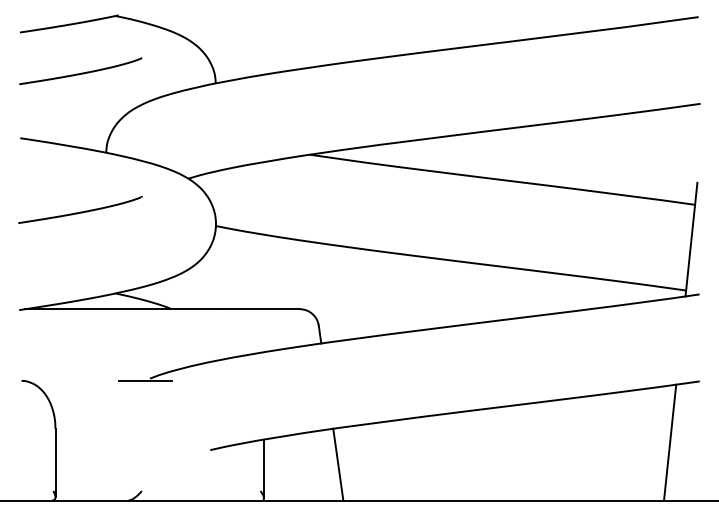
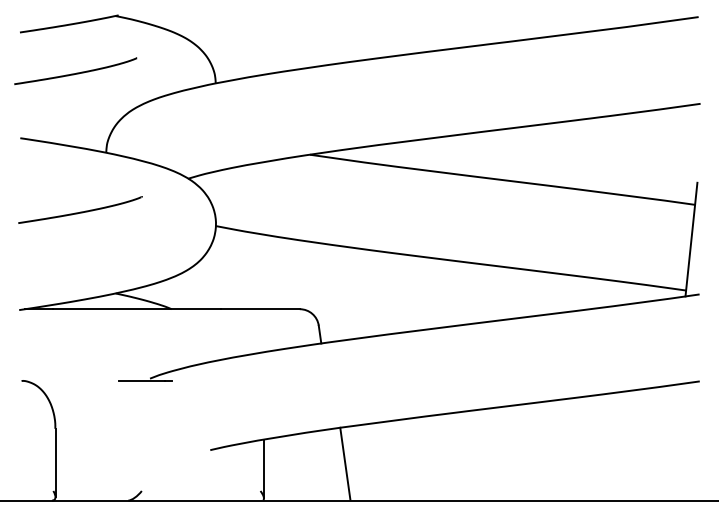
curve at (81, 72) position: (81, 72) -> (76, 72)
line at (670, 442): present -> none
line at (338, 464) position: (338, 464) -> (345, 463)
